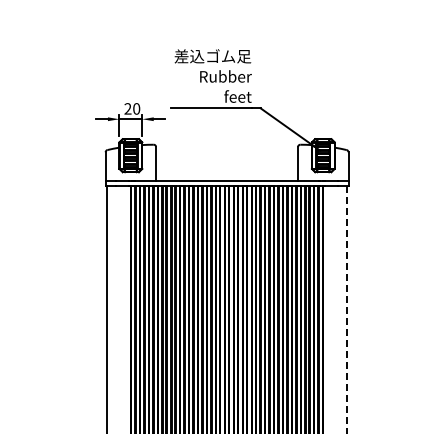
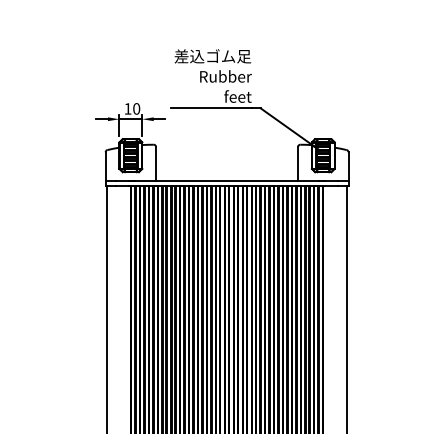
text at (127, 108): 20 -> 10
line at (347, 309): dashed -> solid
